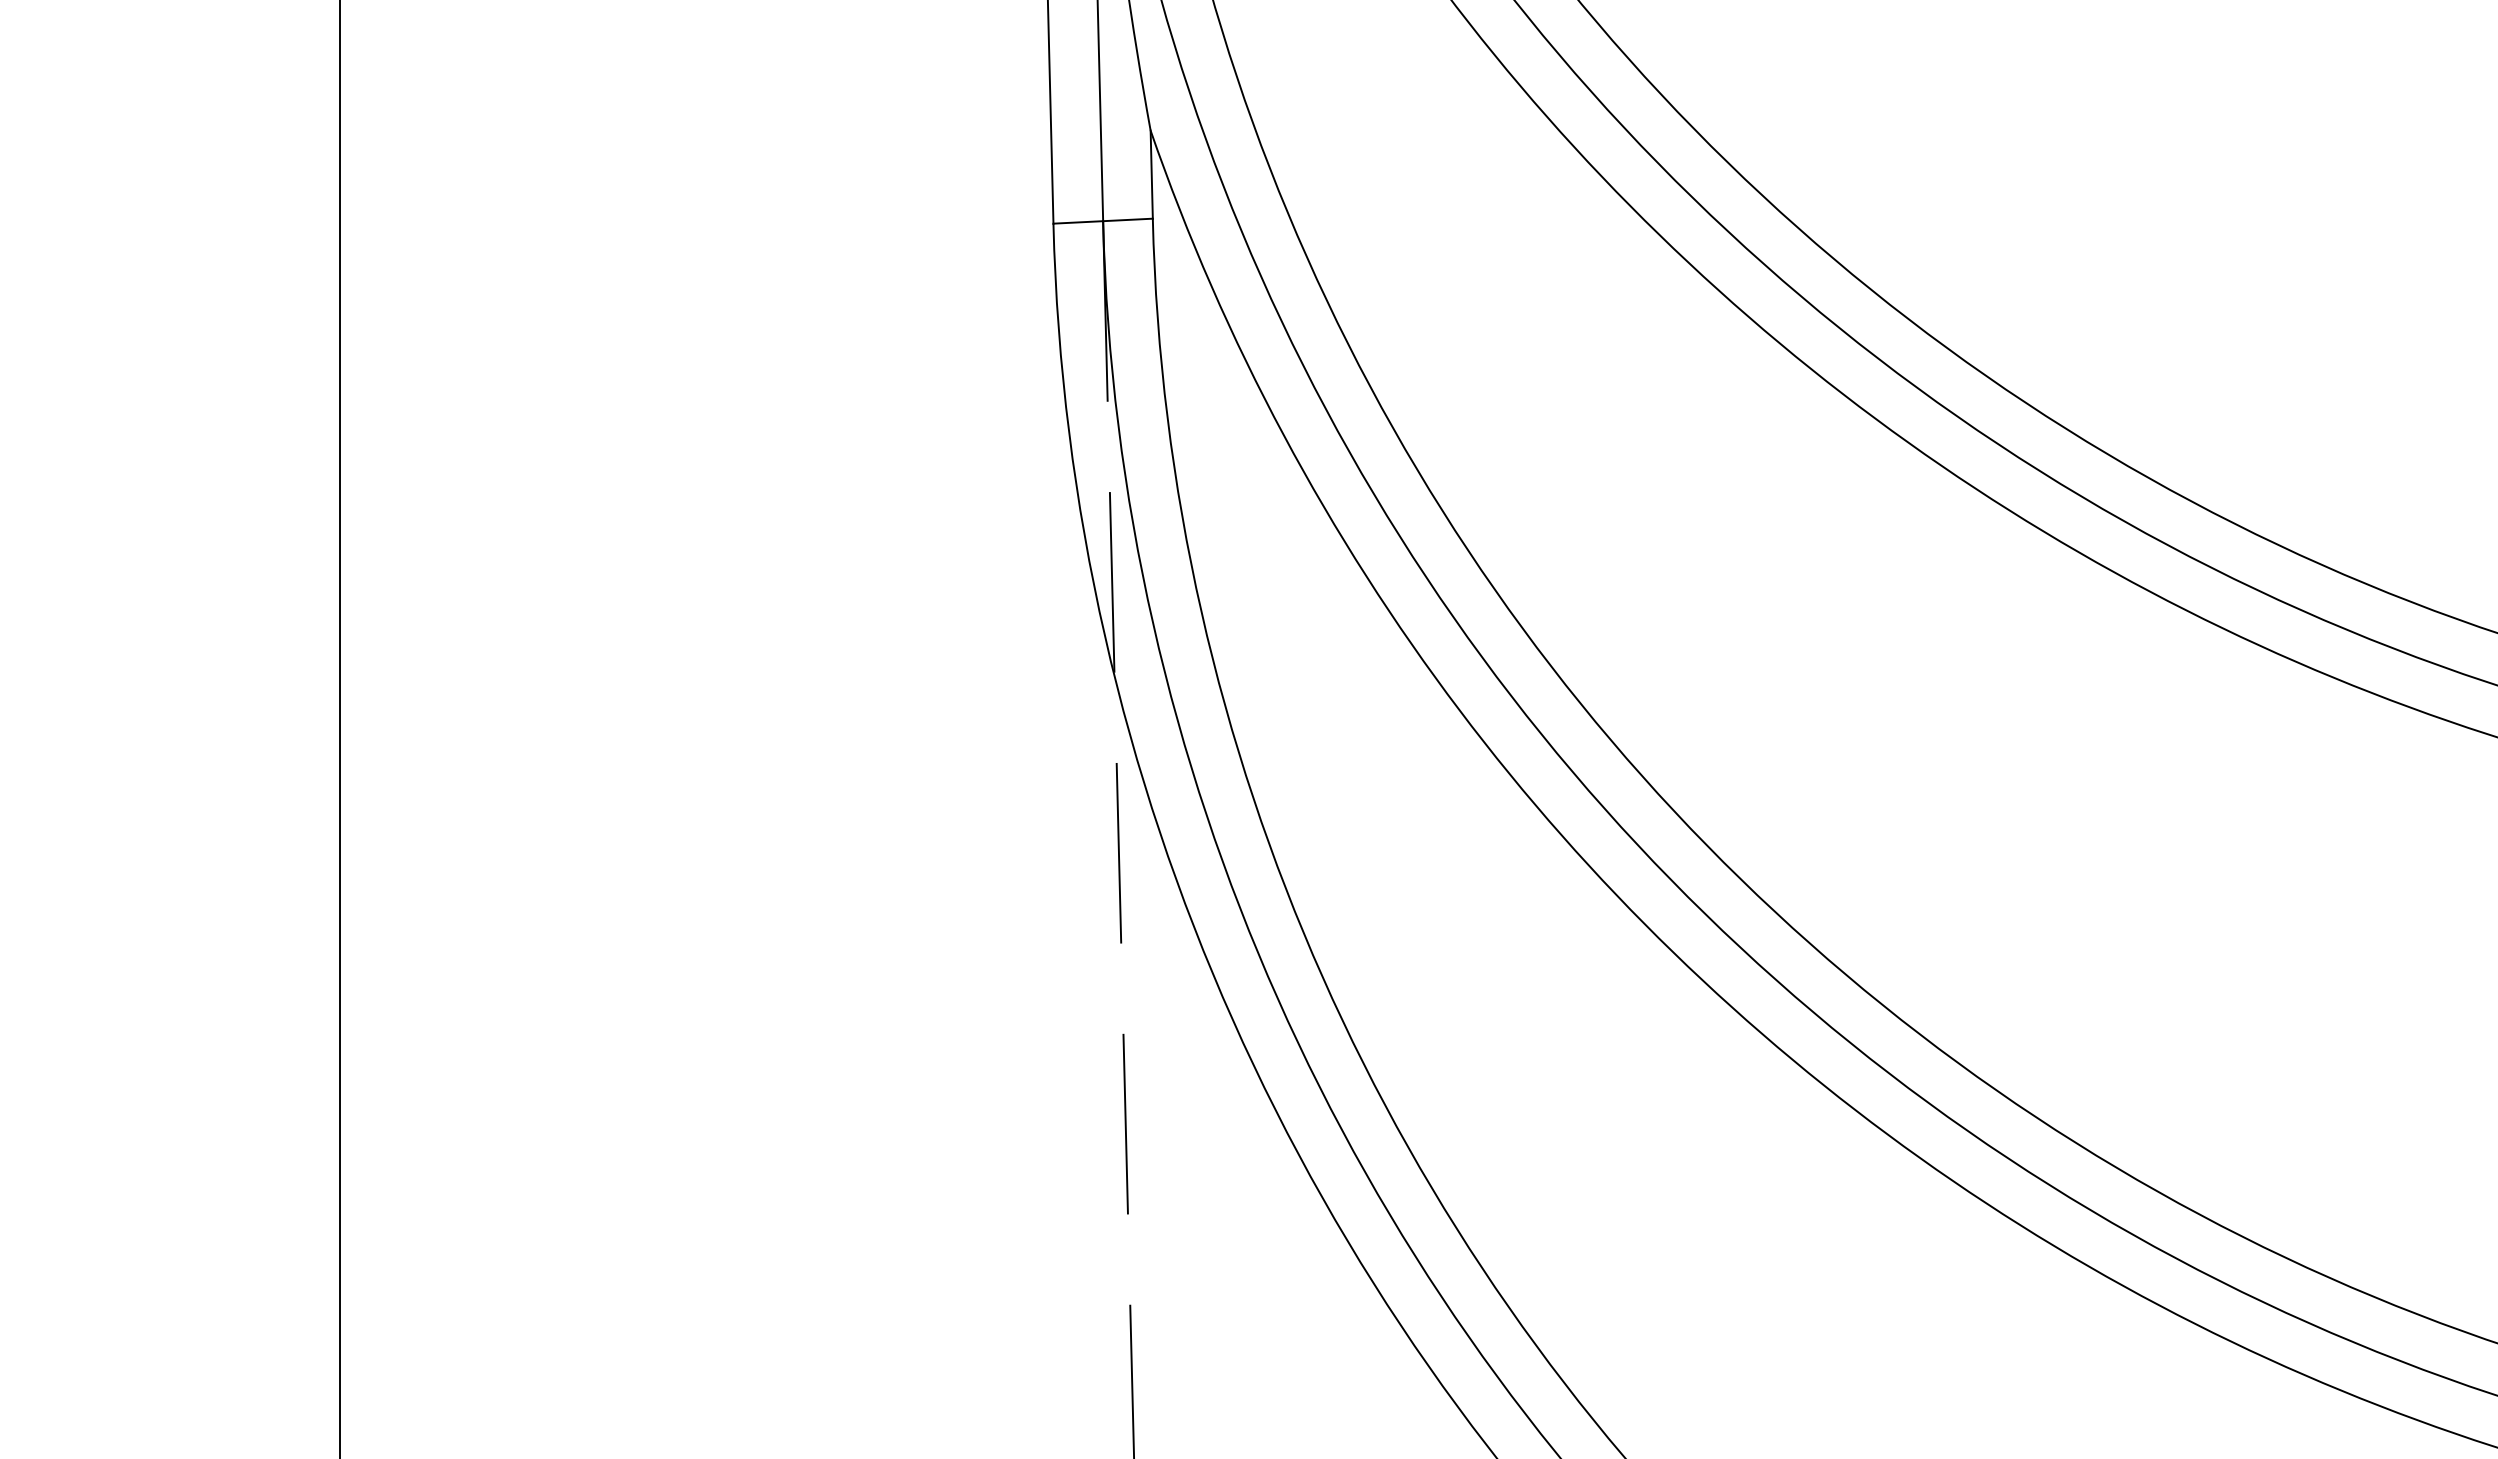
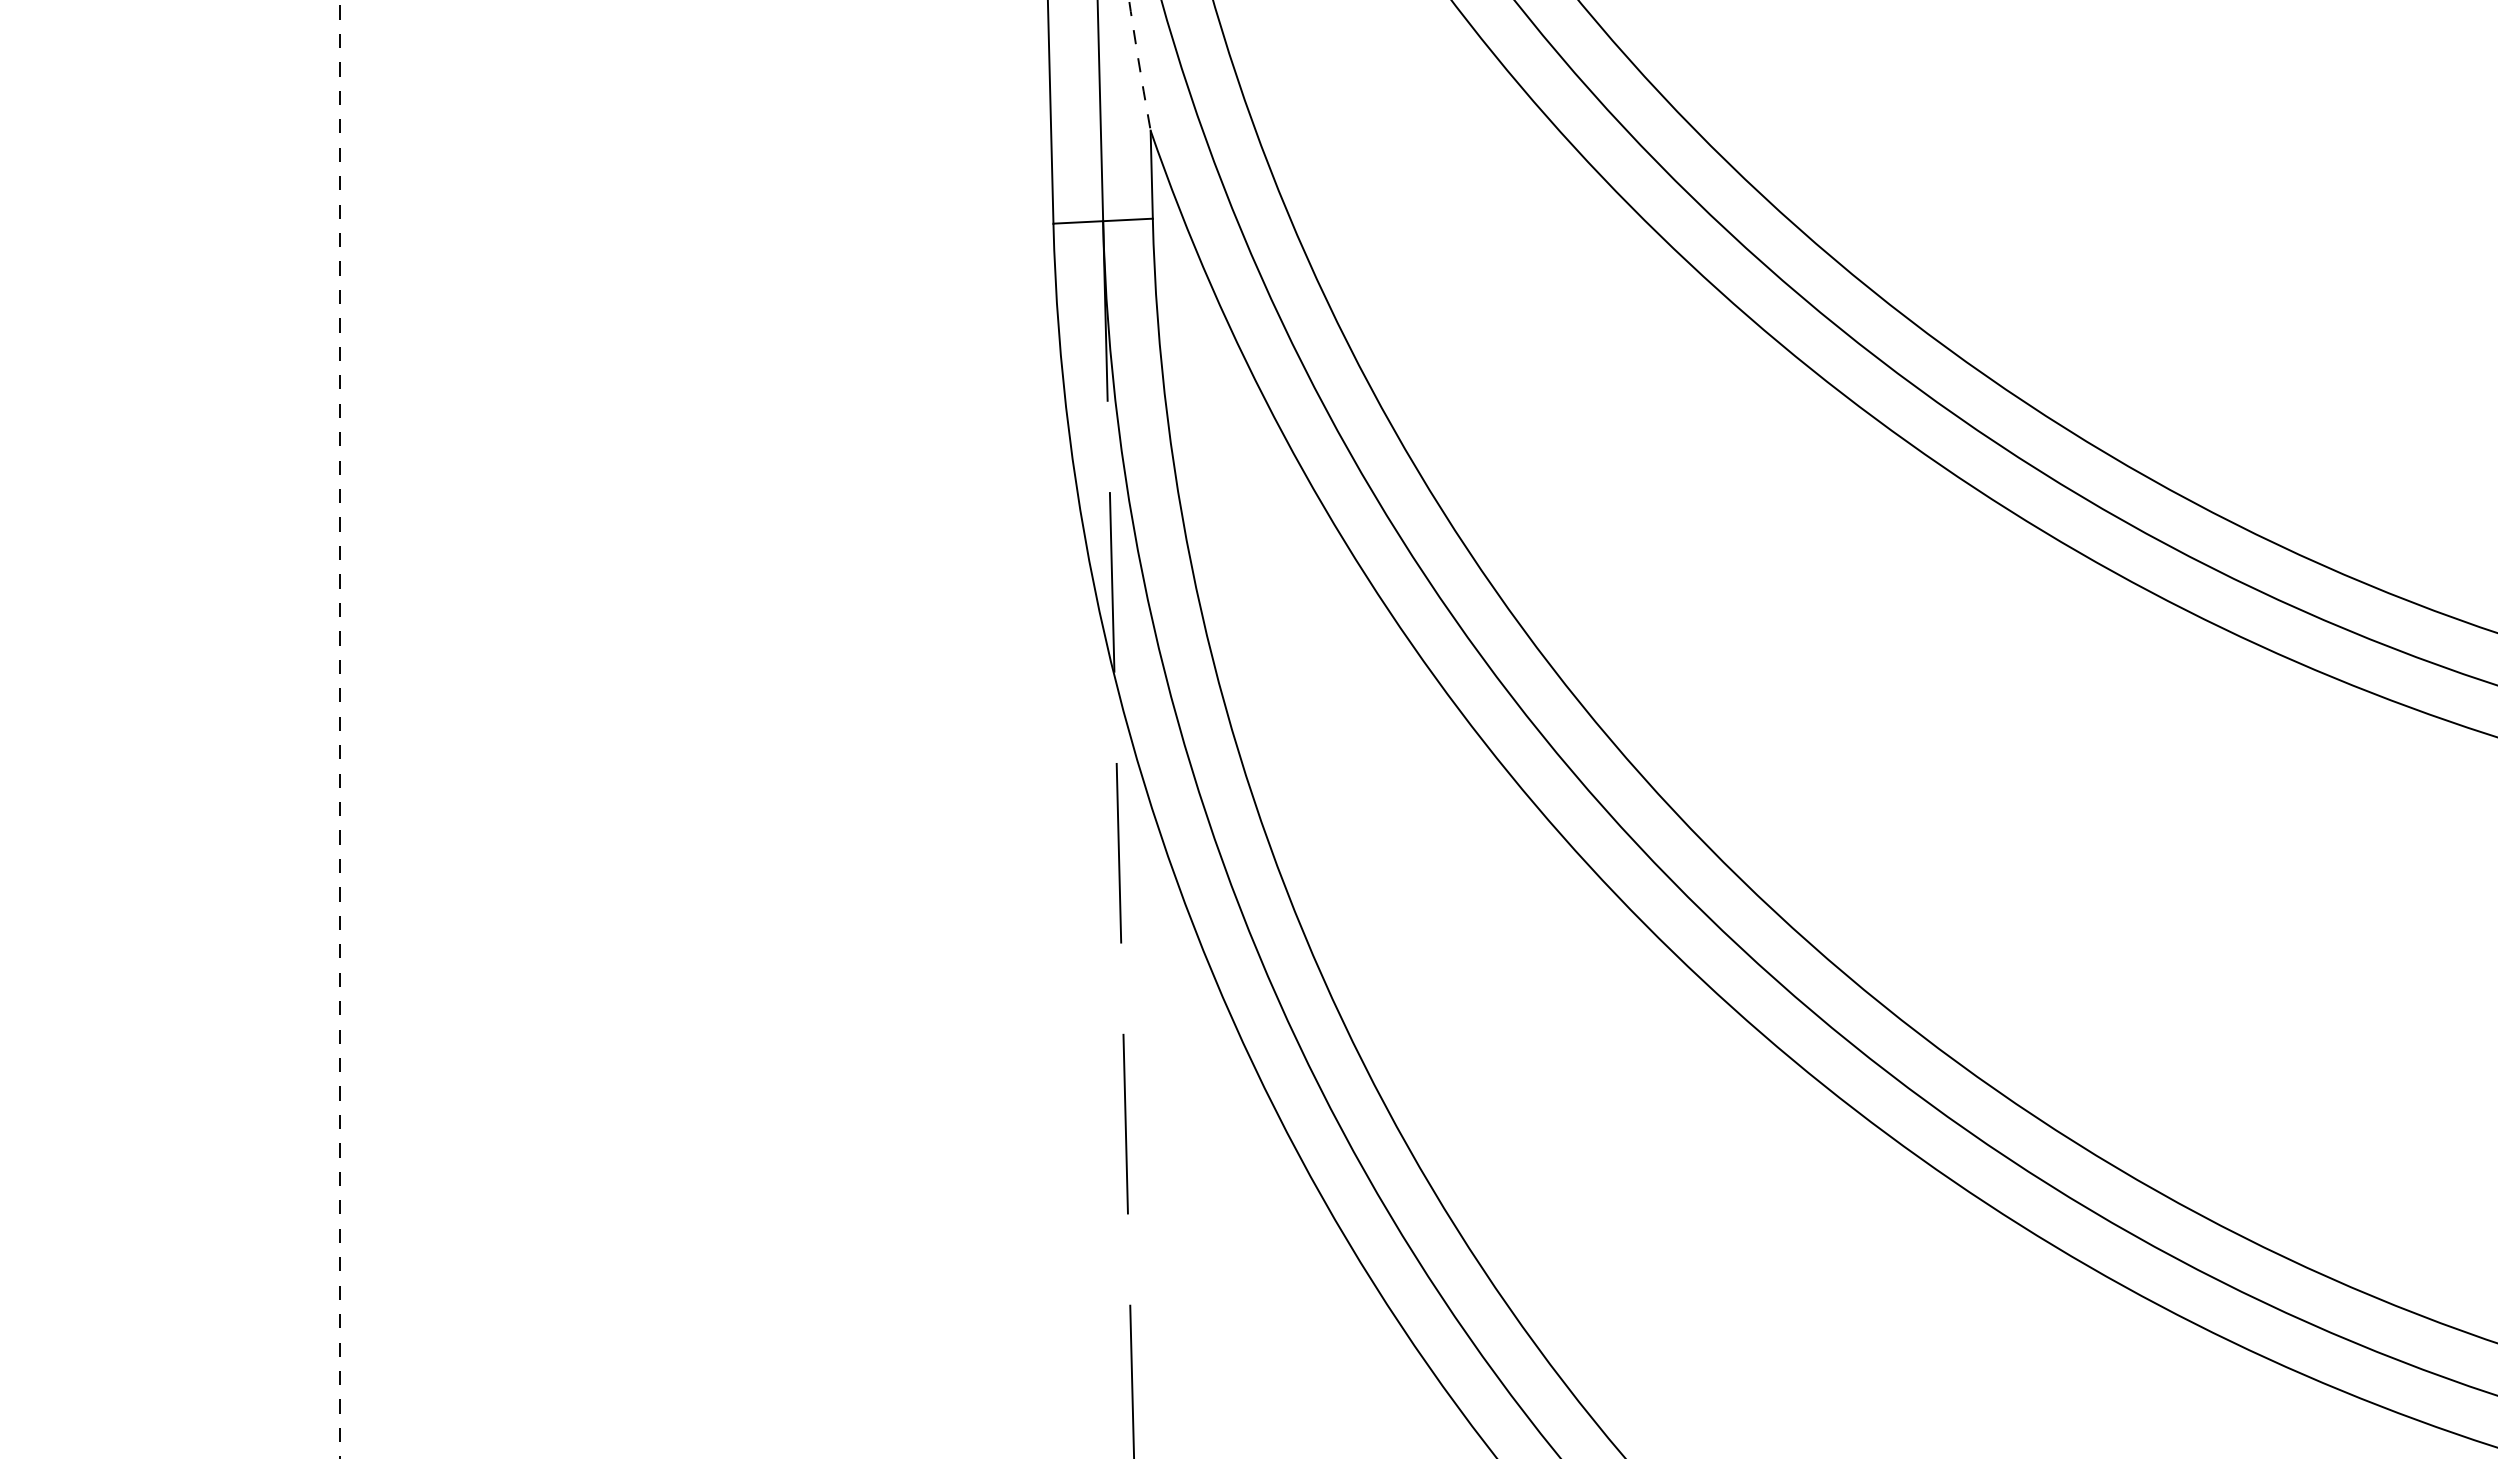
arc at (1139, 65): solid -> dashed
line at (340, 728): solid -> dashed
